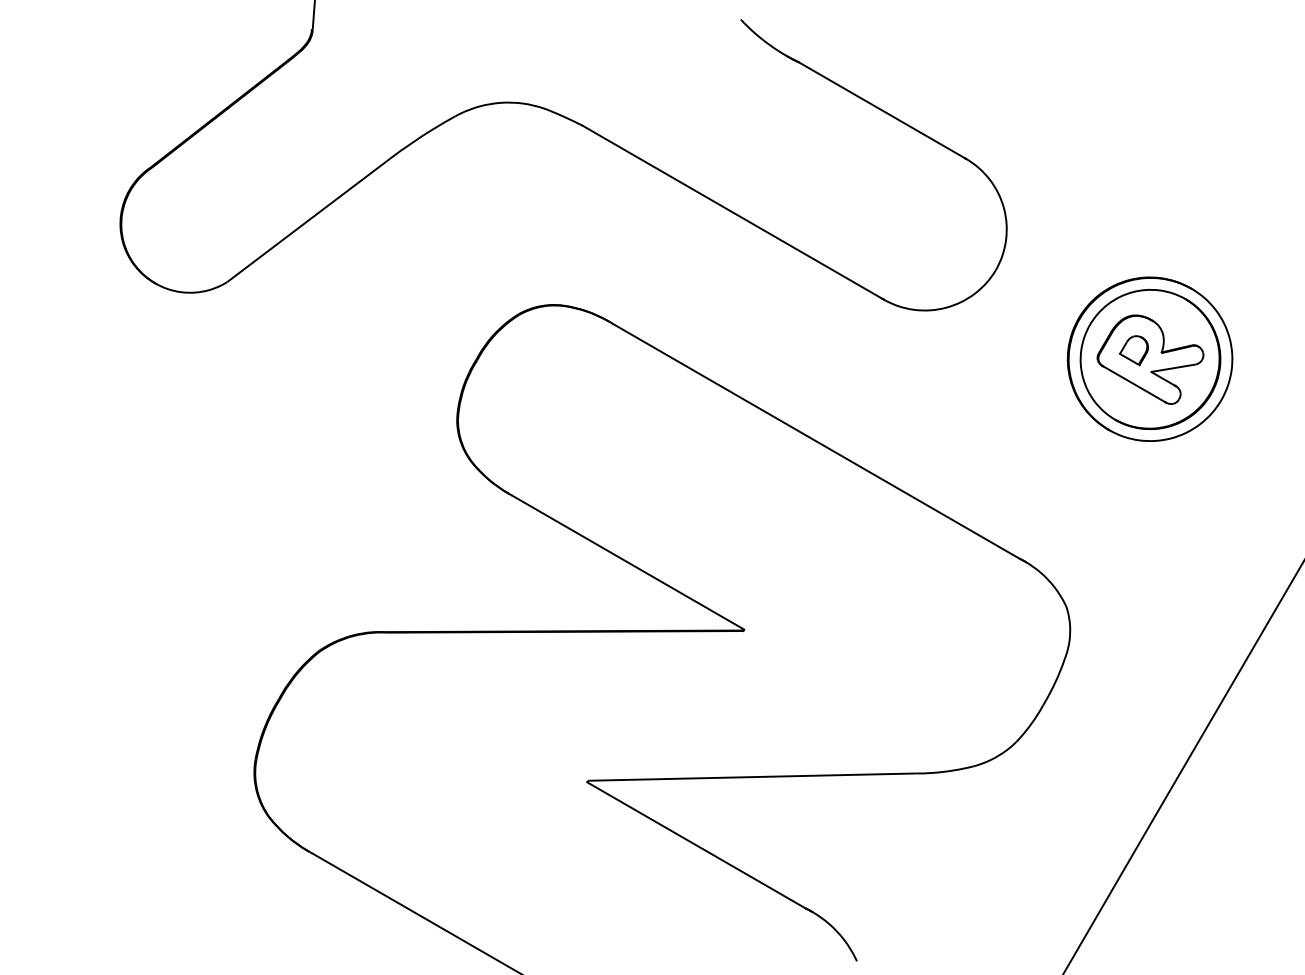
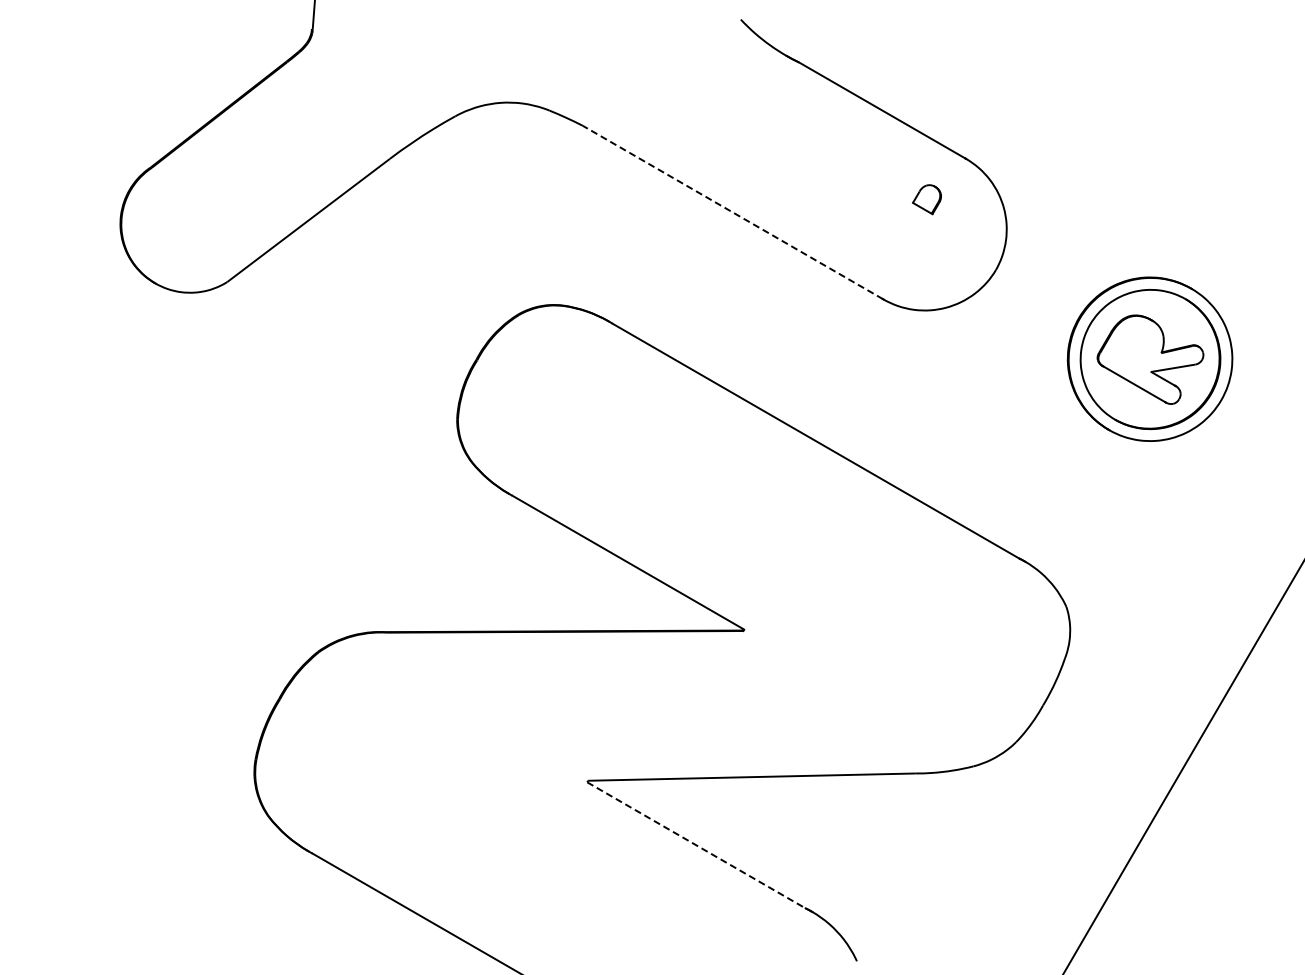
line at (732, 212): solid -> dashed
part at (1133, 350) position: (1133, 350) -> (926, 199)
line at (696, 845): solid -> dashed
